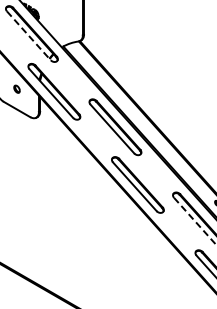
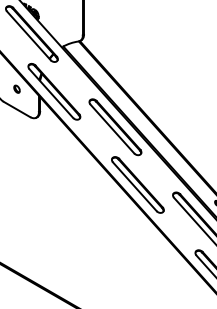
line at (28, 35): dashed -> solid
line at (195, 221): dashed -> solid
